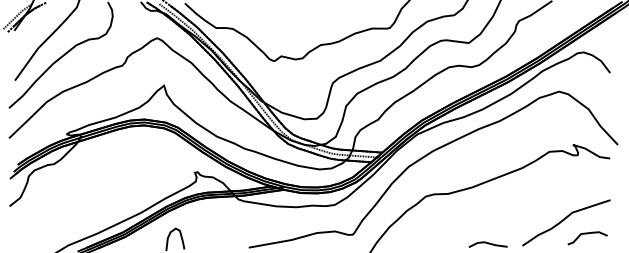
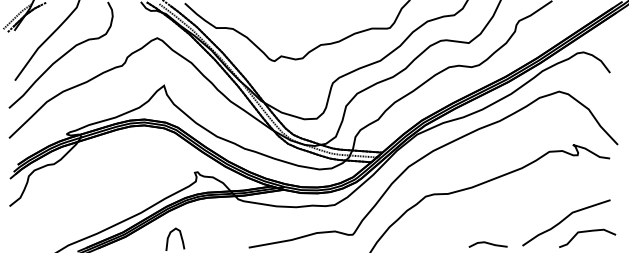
part at (587, 238) size: 41x15 px -> 58x20 px
